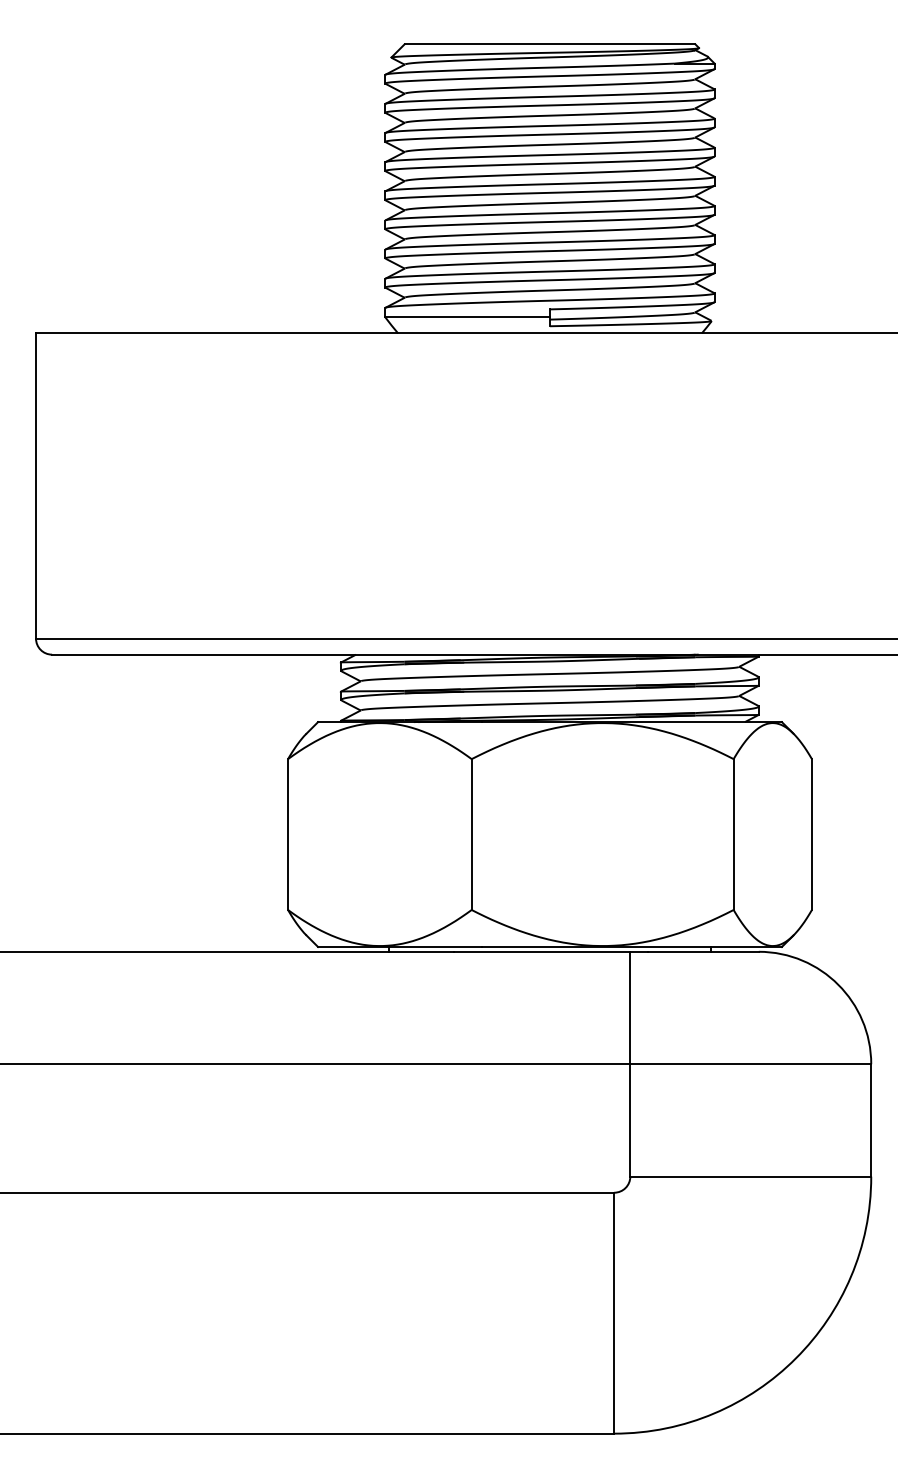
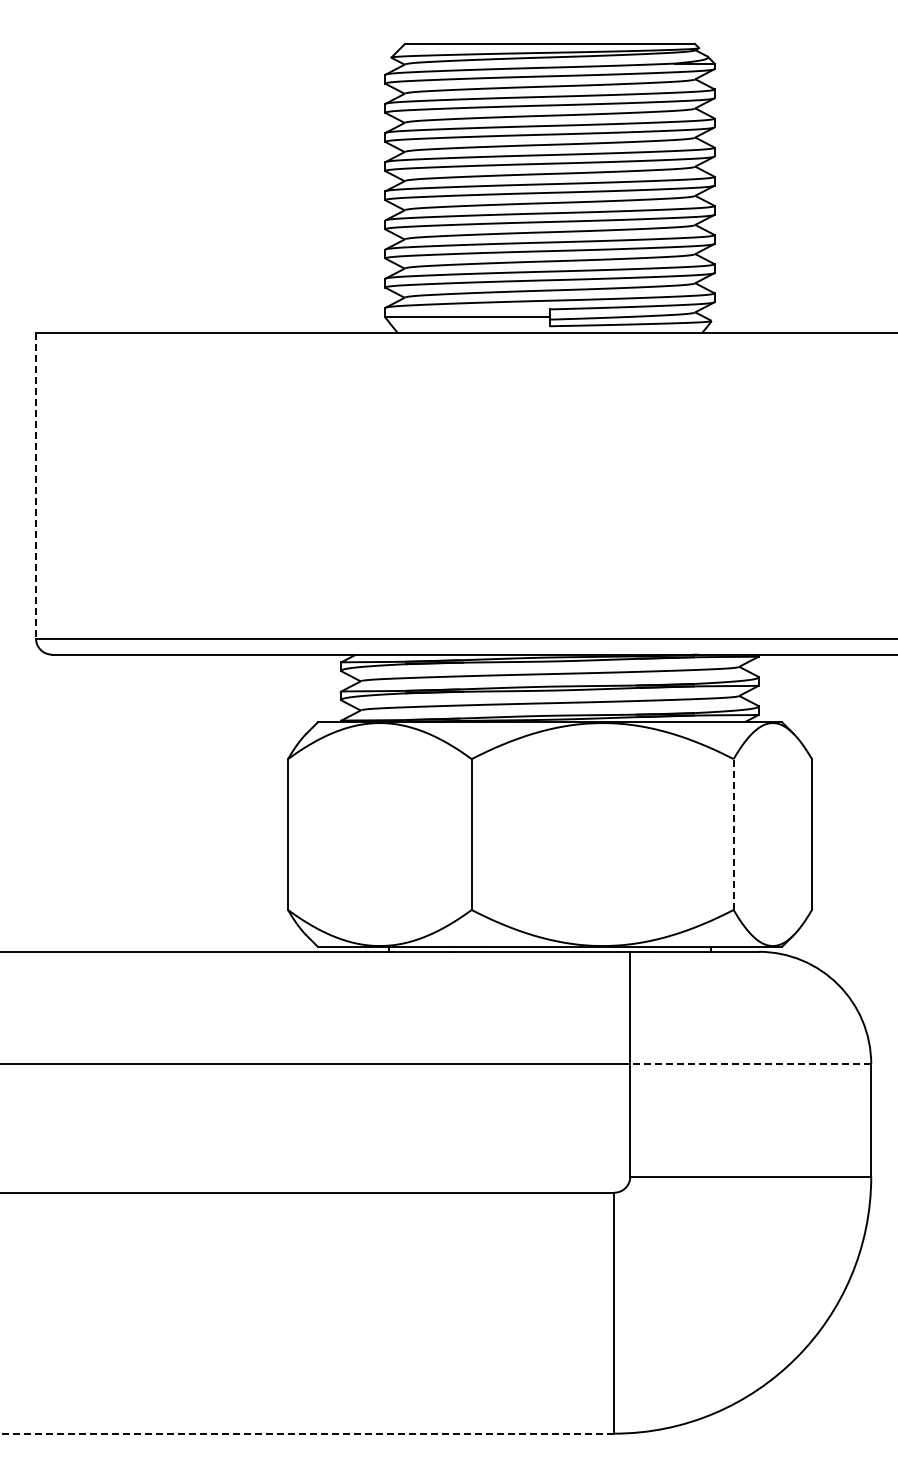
line at (36, 486): solid -> dashed
line at (733, 834): solid -> dashed
line at (750, 1064): solid -> dashed
line at (307, 1433): solid -> dashed
